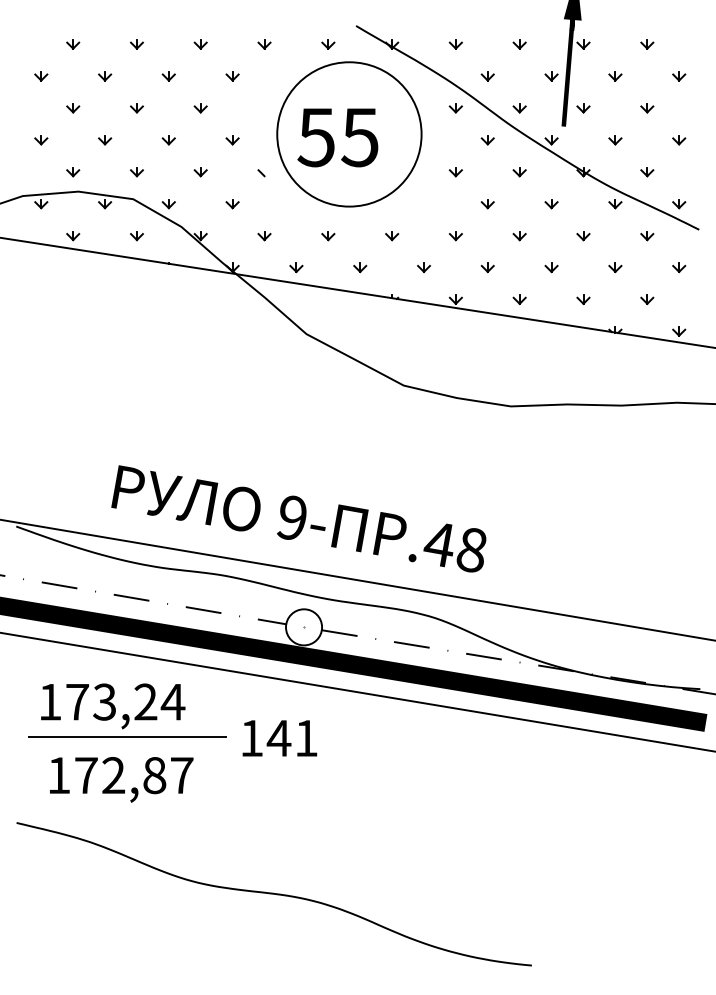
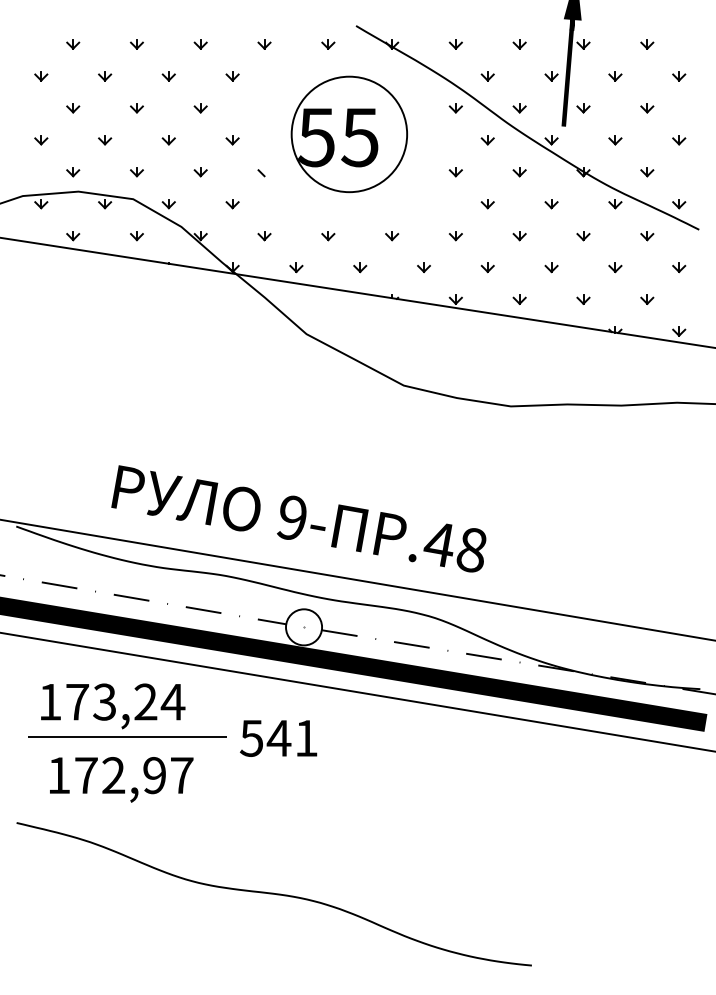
circle at (349, 134) diameter: 144 px -> 115 px
text at (251, 738): 141 -> 541
text at (154, 775): 172,87 -> 172,97
